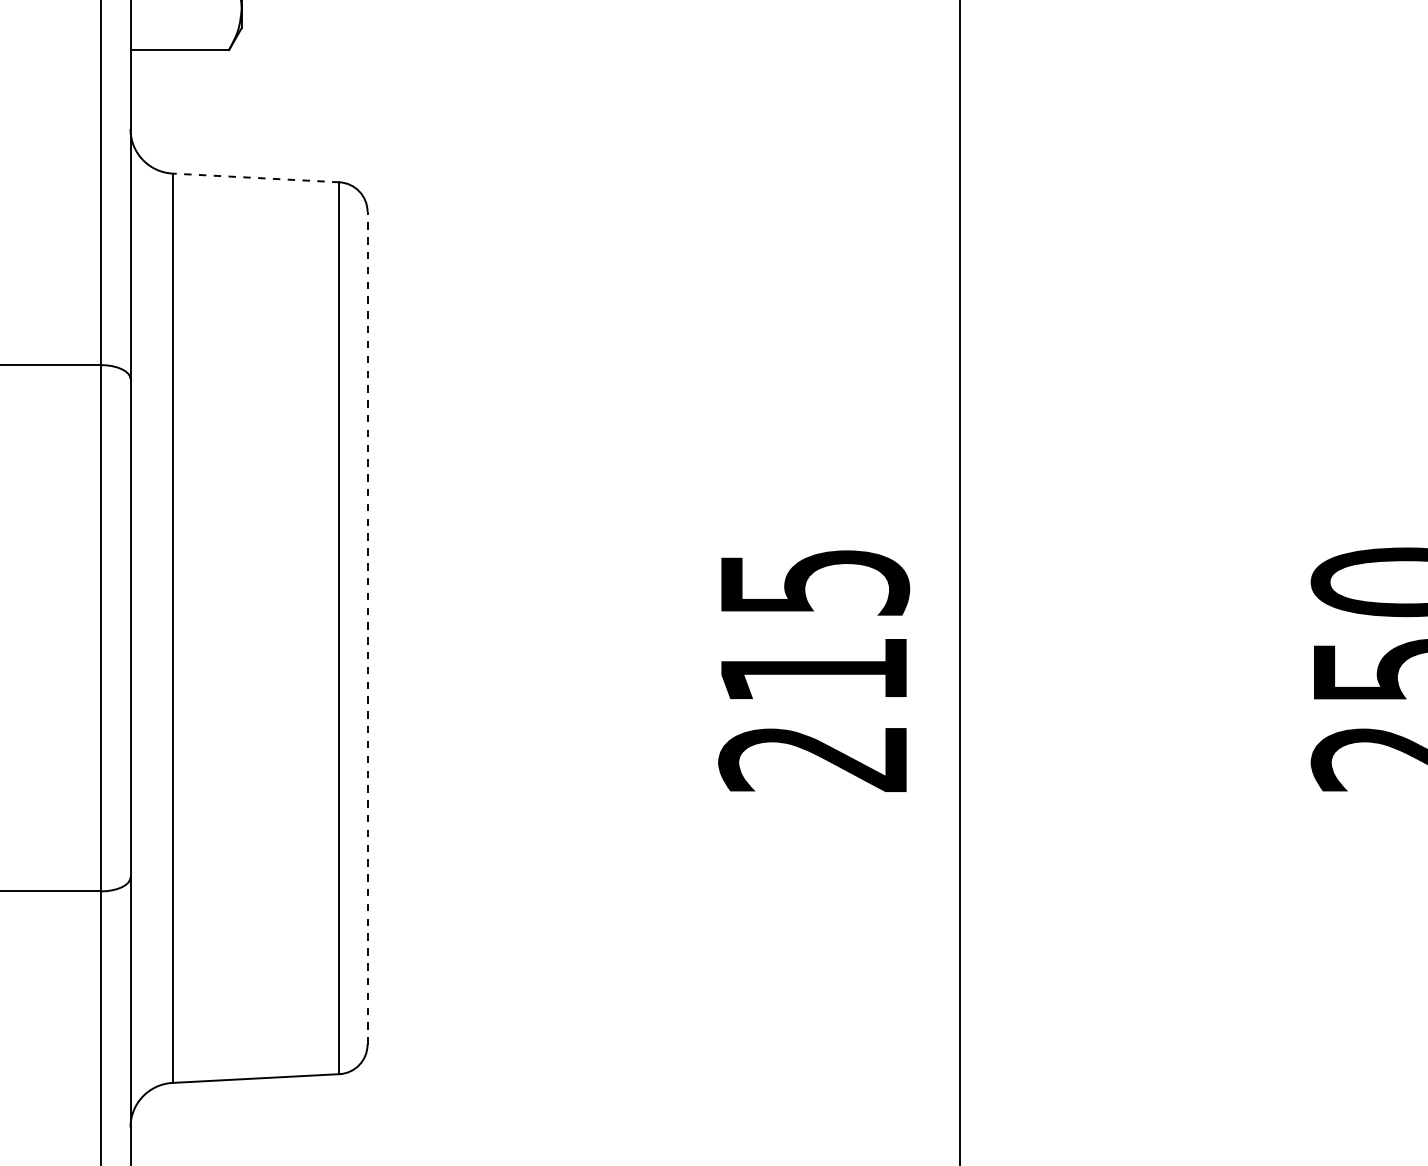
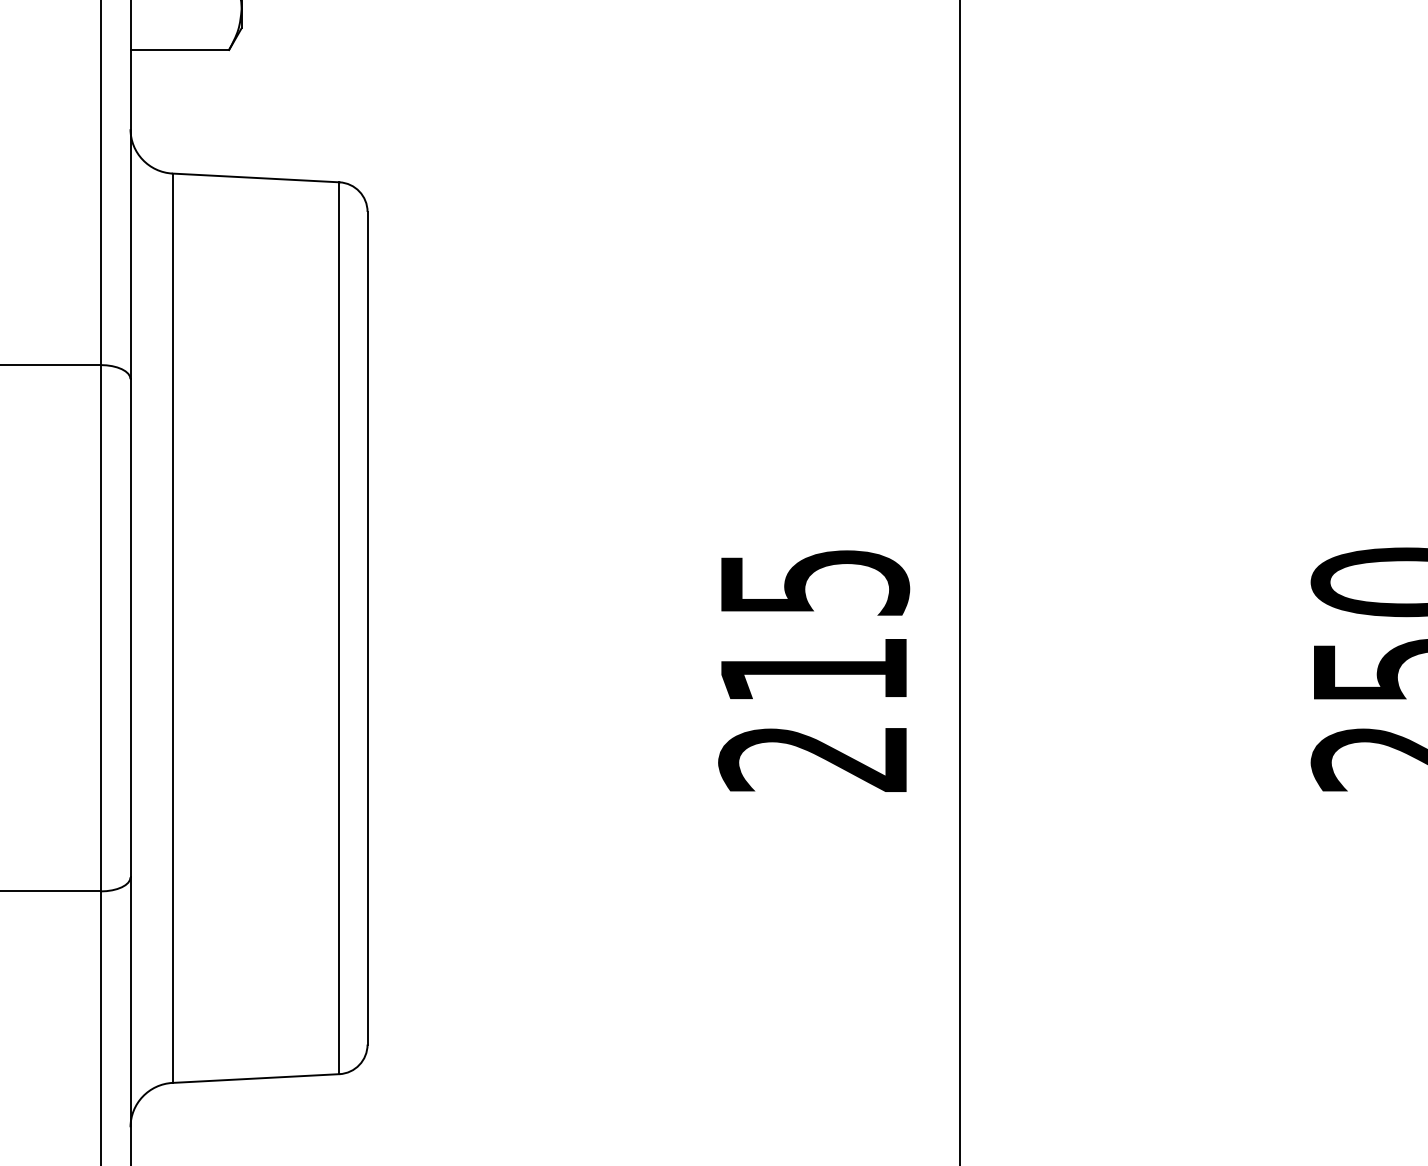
line at (256, 177): dashed -> solid
line at (367, 627): dashed -> solid
